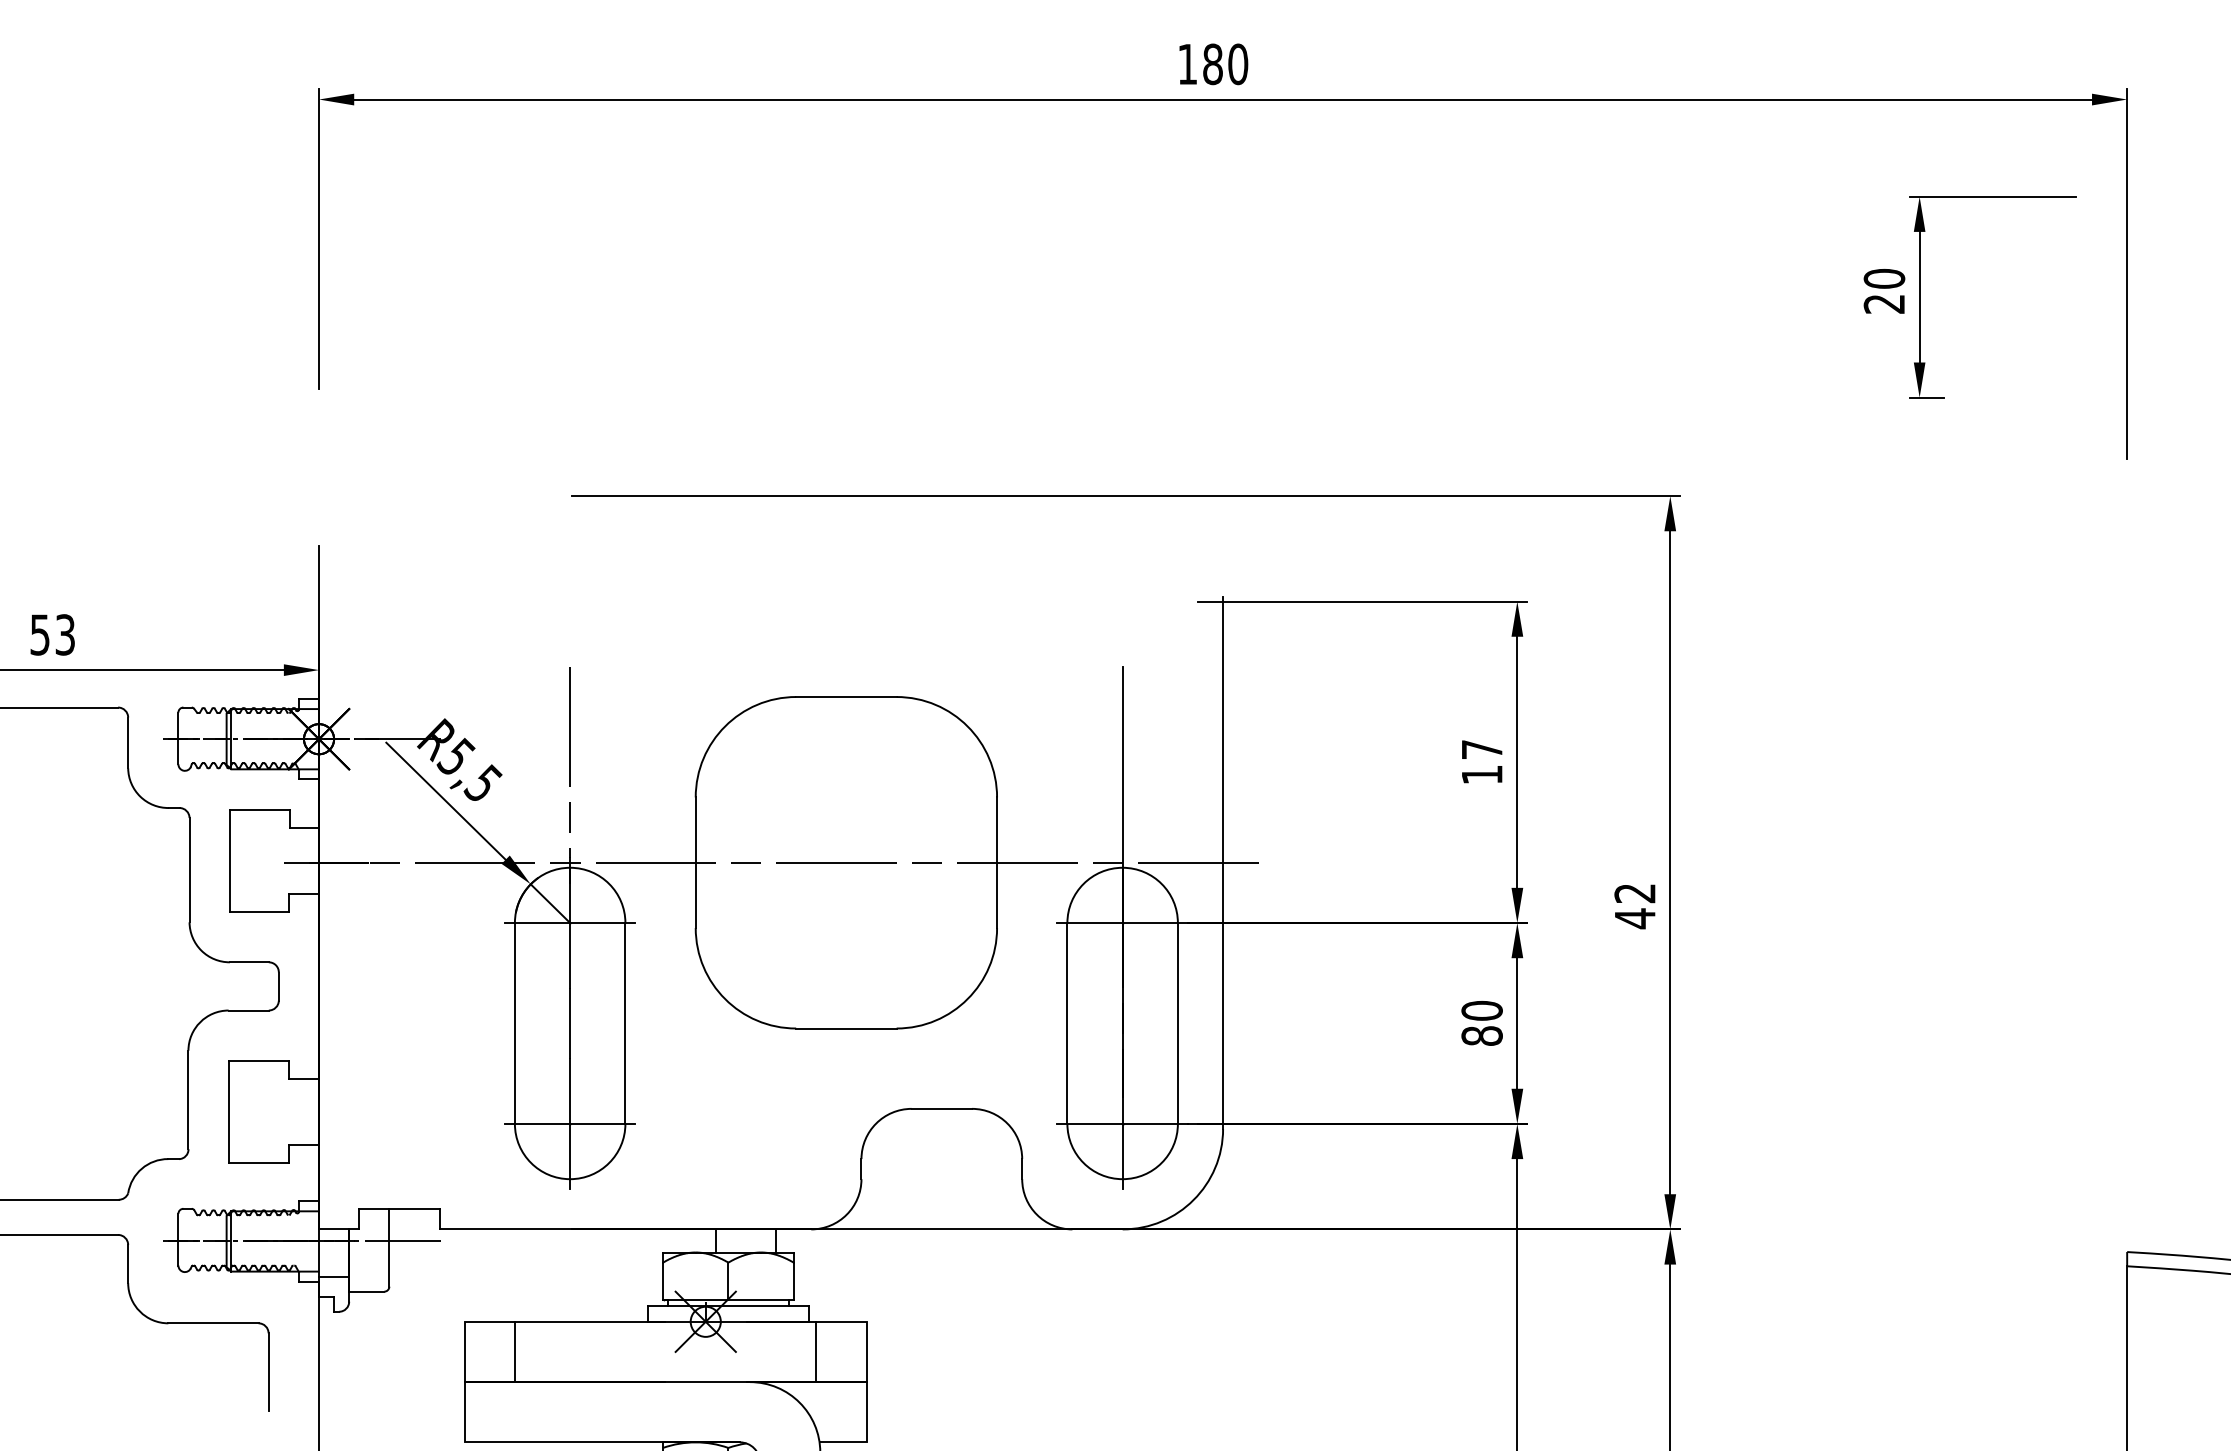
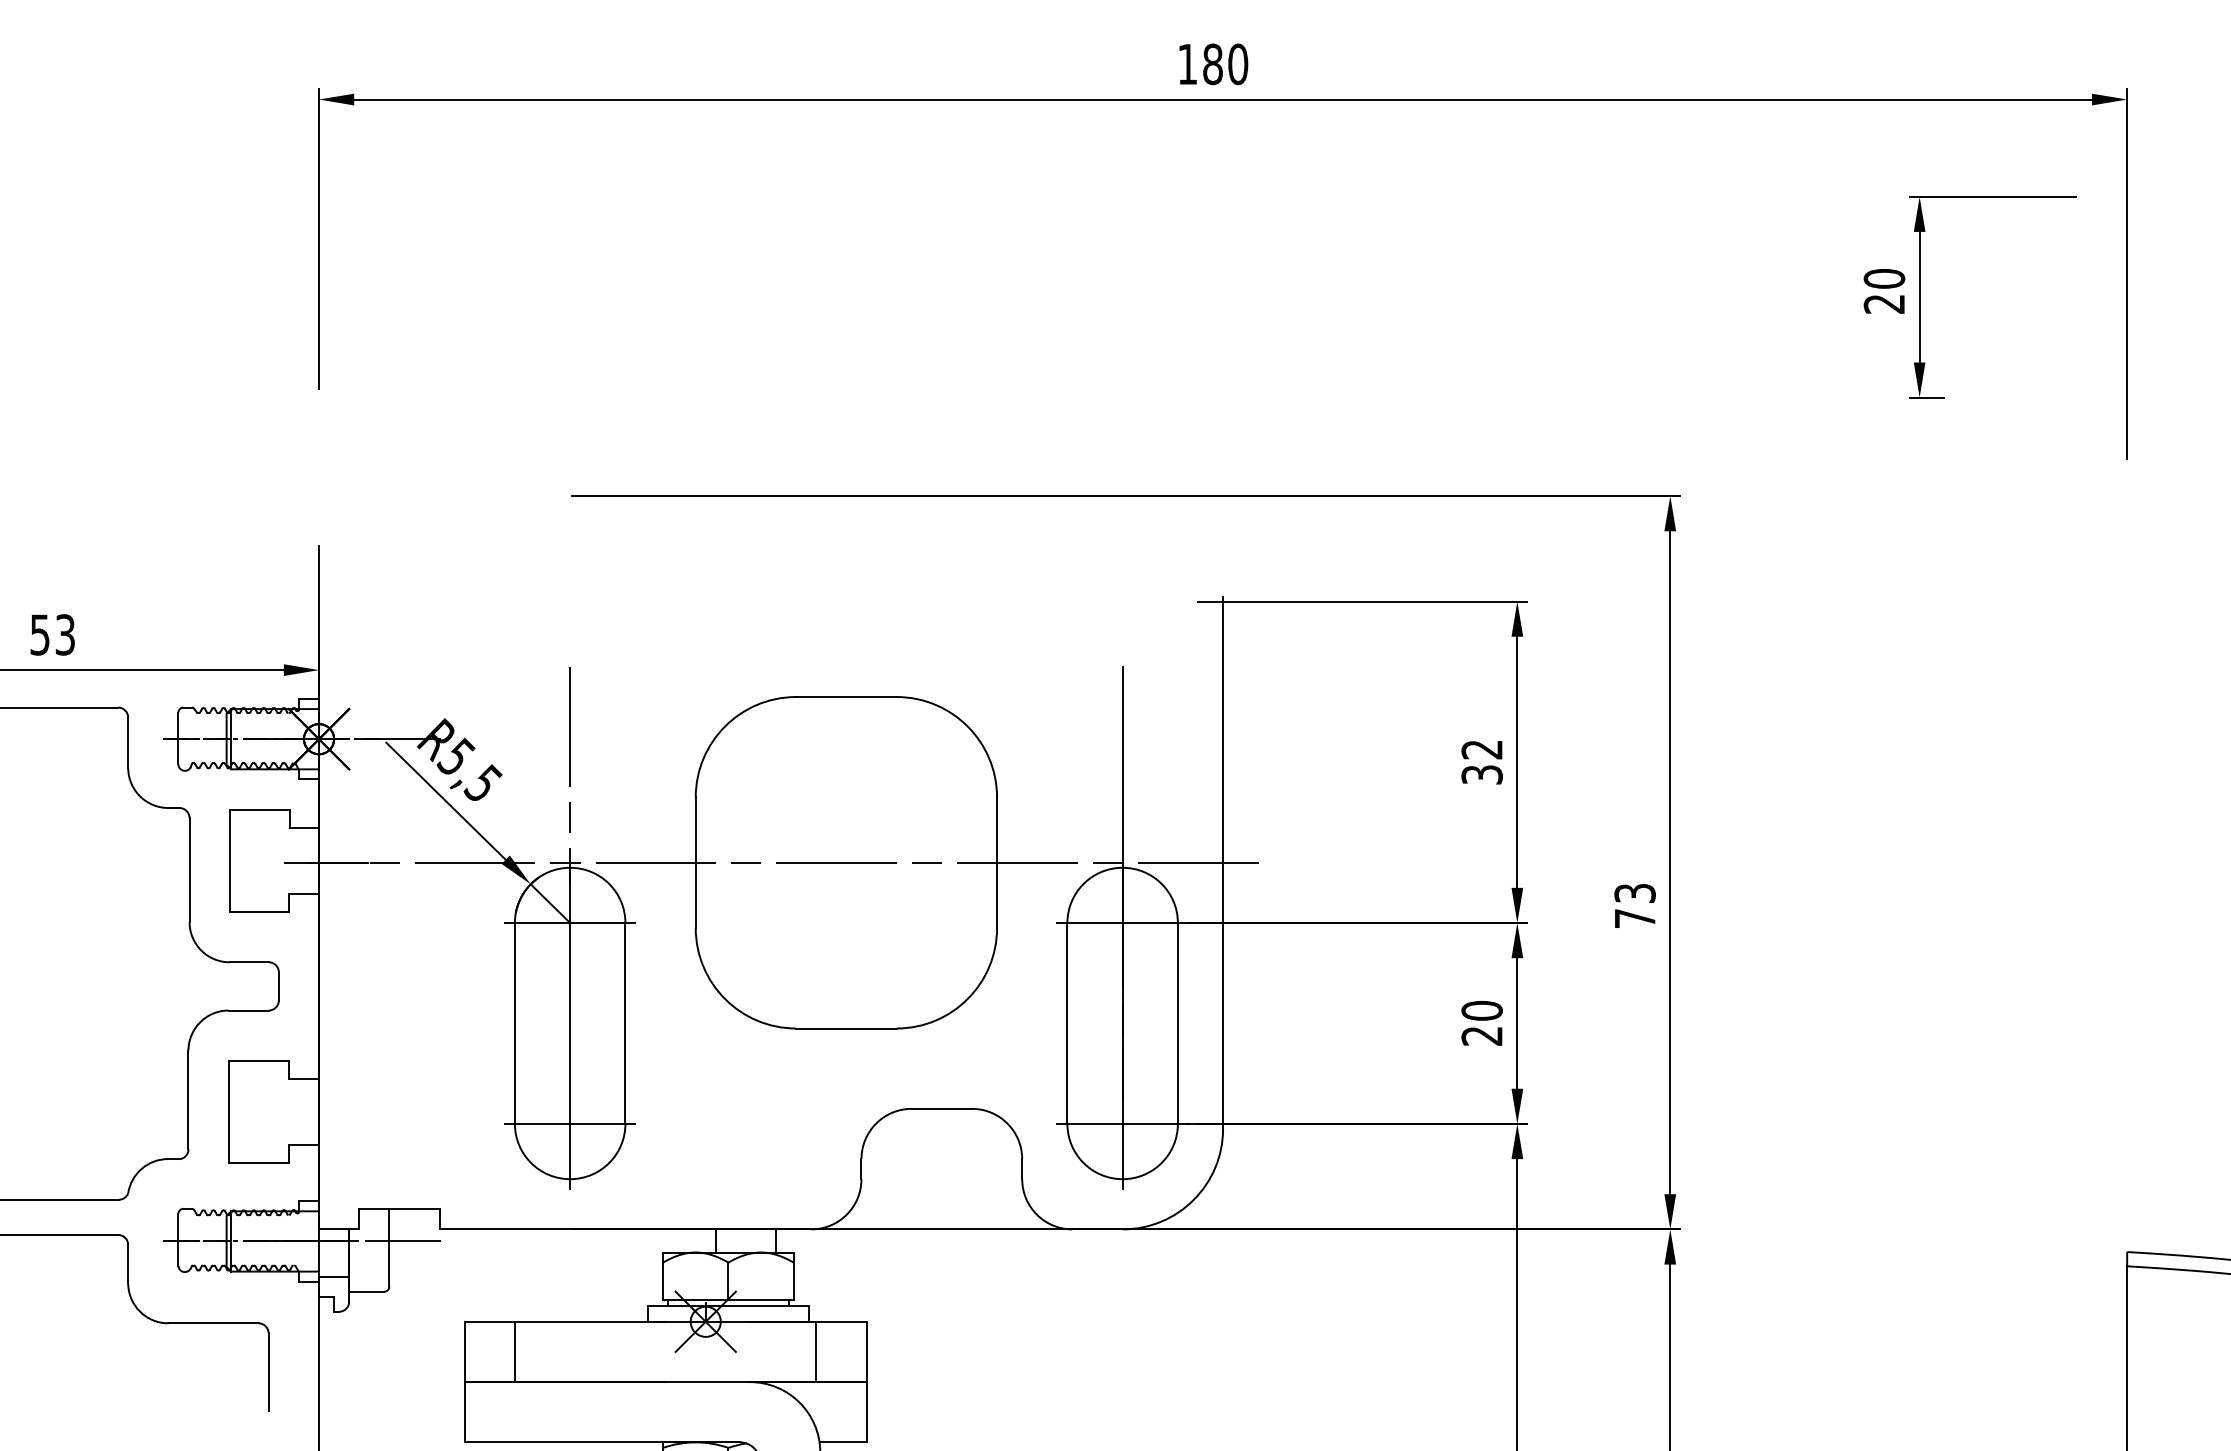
text at (1481, 762): 17 -> 32
text at (1634, 906): 42 -> 73
text at (1481, 1035): 80 -> 20
